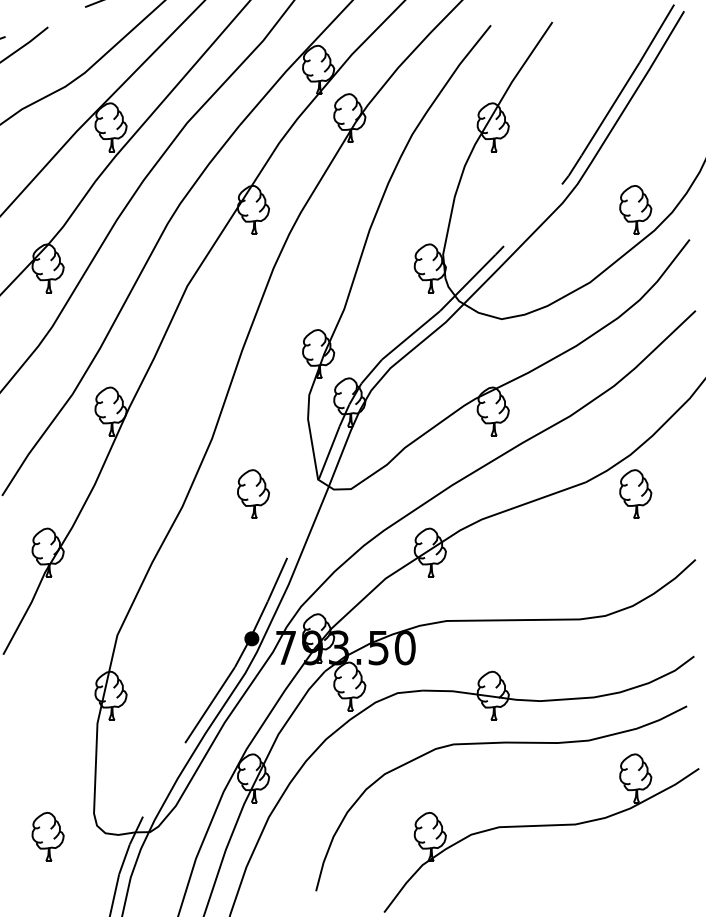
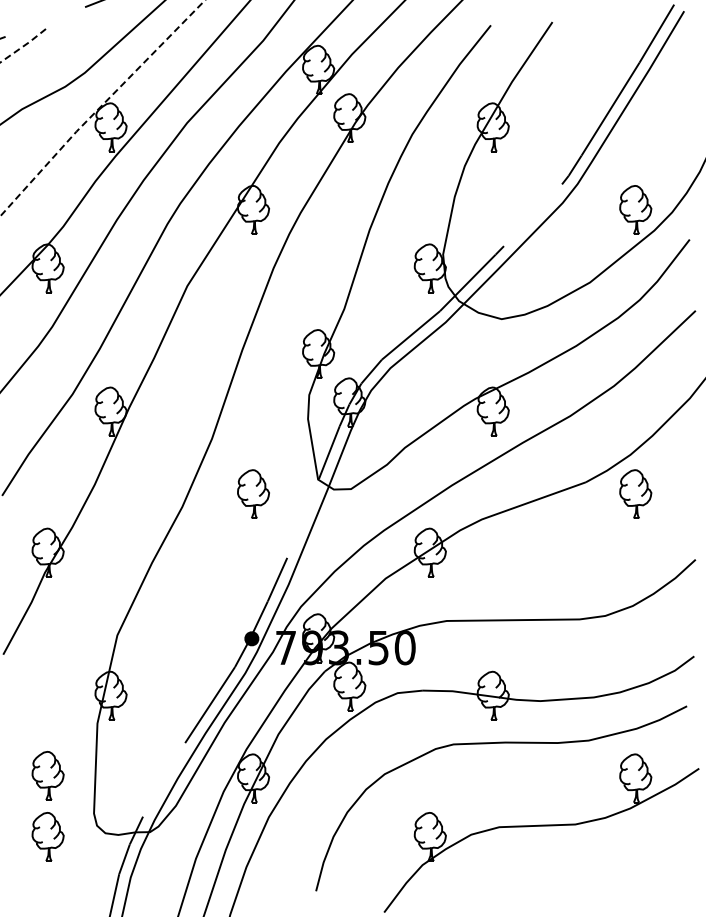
line at (25, 44): solid -> dashed
line at (100, 106): solid -> dashed
part at (47, 775): none -> present
